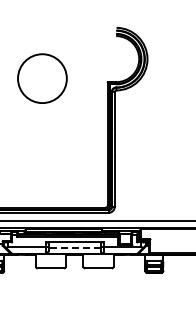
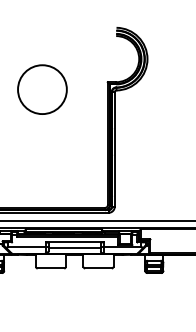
circle at (42, 78) position: (42, 78) -> (42, 89)
line at (74, 248): dashed -> solid
